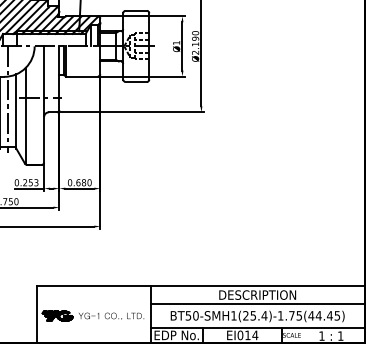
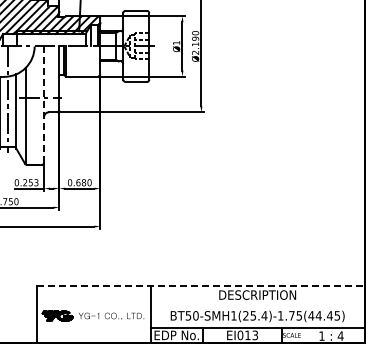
line at (44, 103): solid -> dashed
line at (200, 286): solid -> dashed
line at (257, 304): present -> none
text at (255, 335): EI014 -> EI013
text at (340, 335): 1 -> 4
